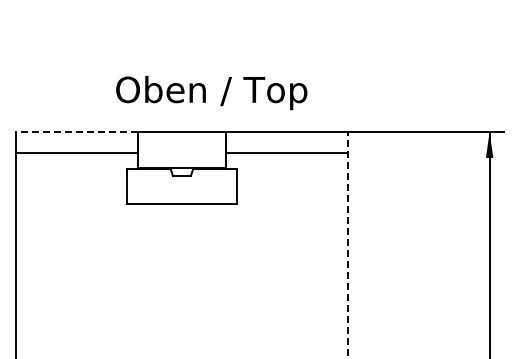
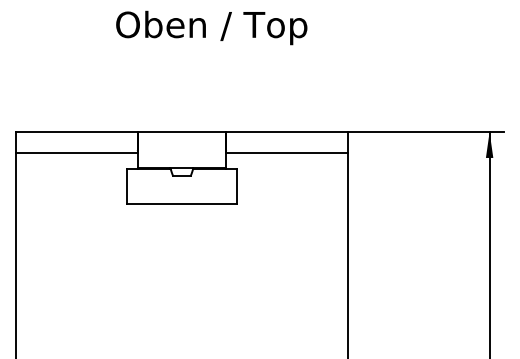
text at (211, 92) position: (211, 92) -> (211, 27)
line at (76, 132): dashed -> solid
line at (348, 244): dashed -> solid
